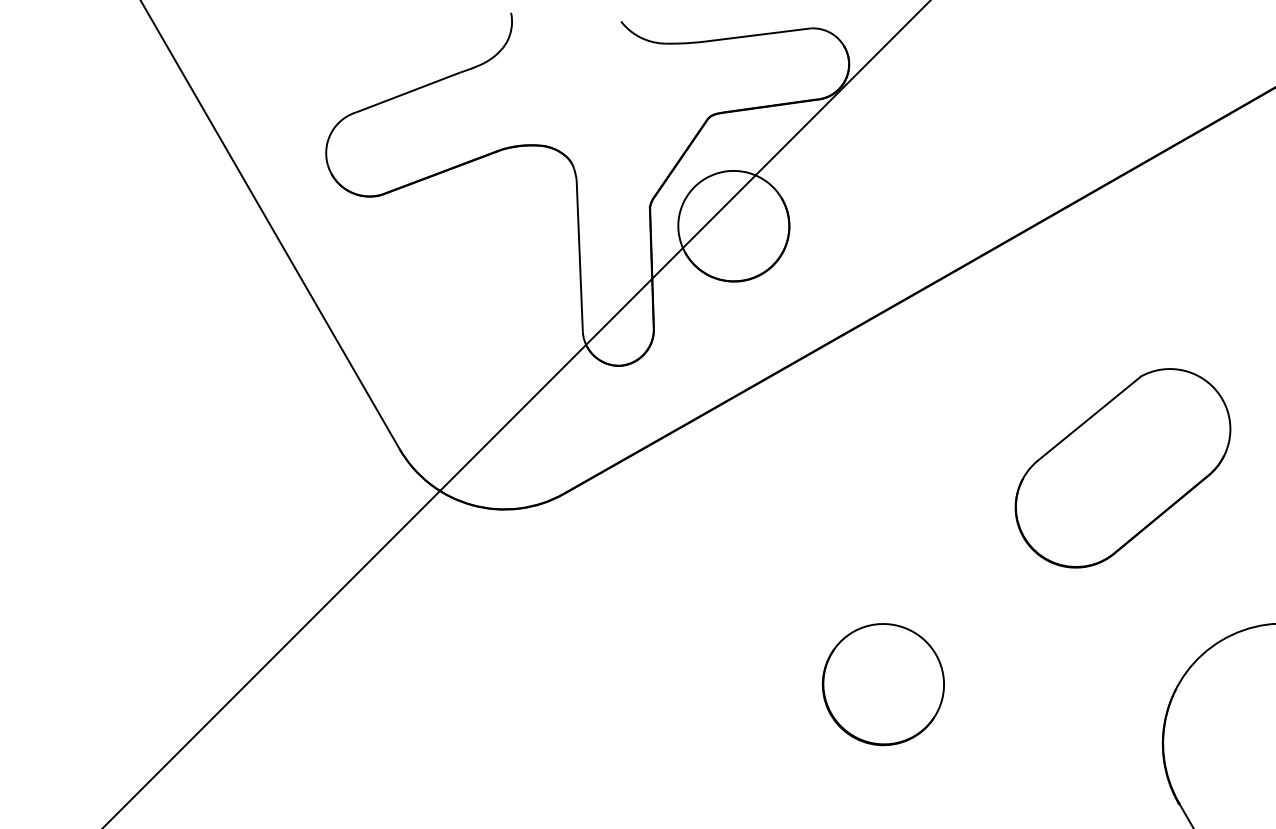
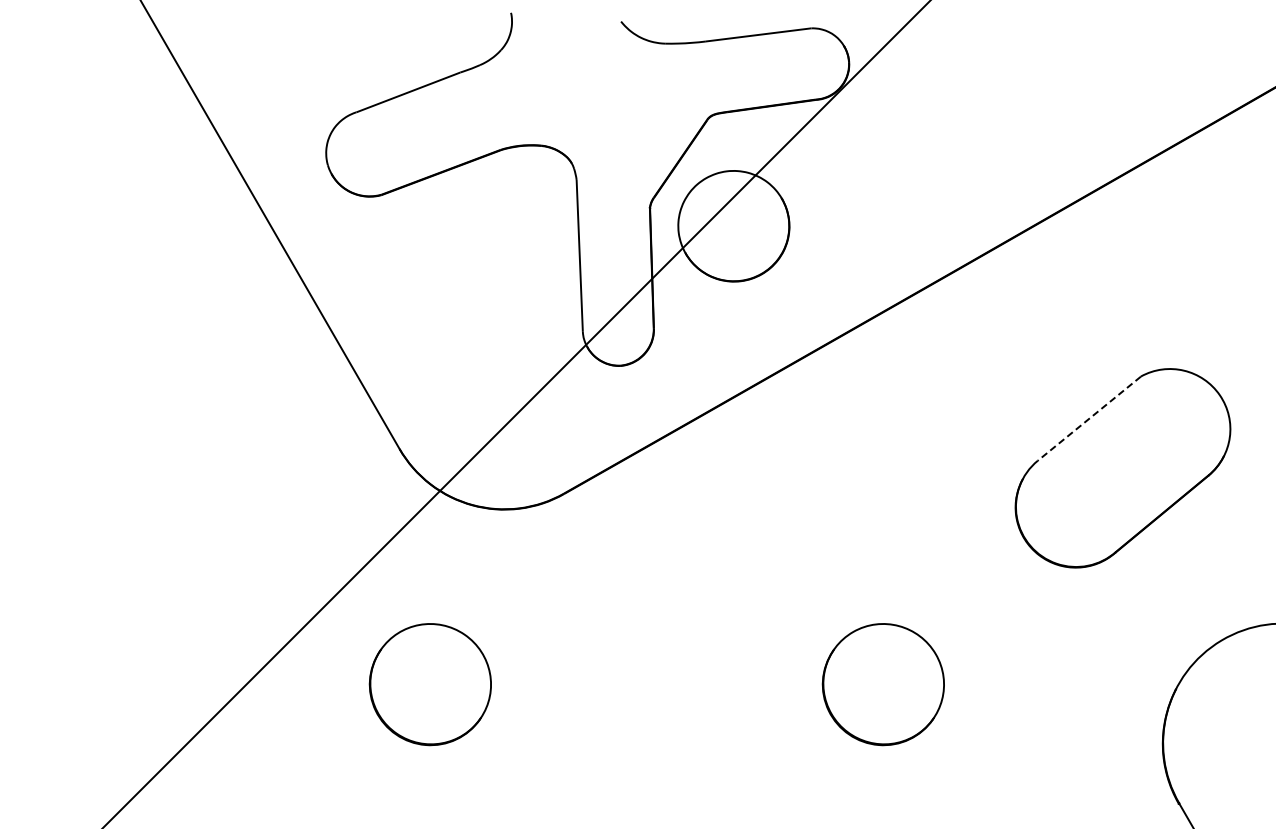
line at (1089, 418): solid -> dashed
part at (429, 684): none -> present
